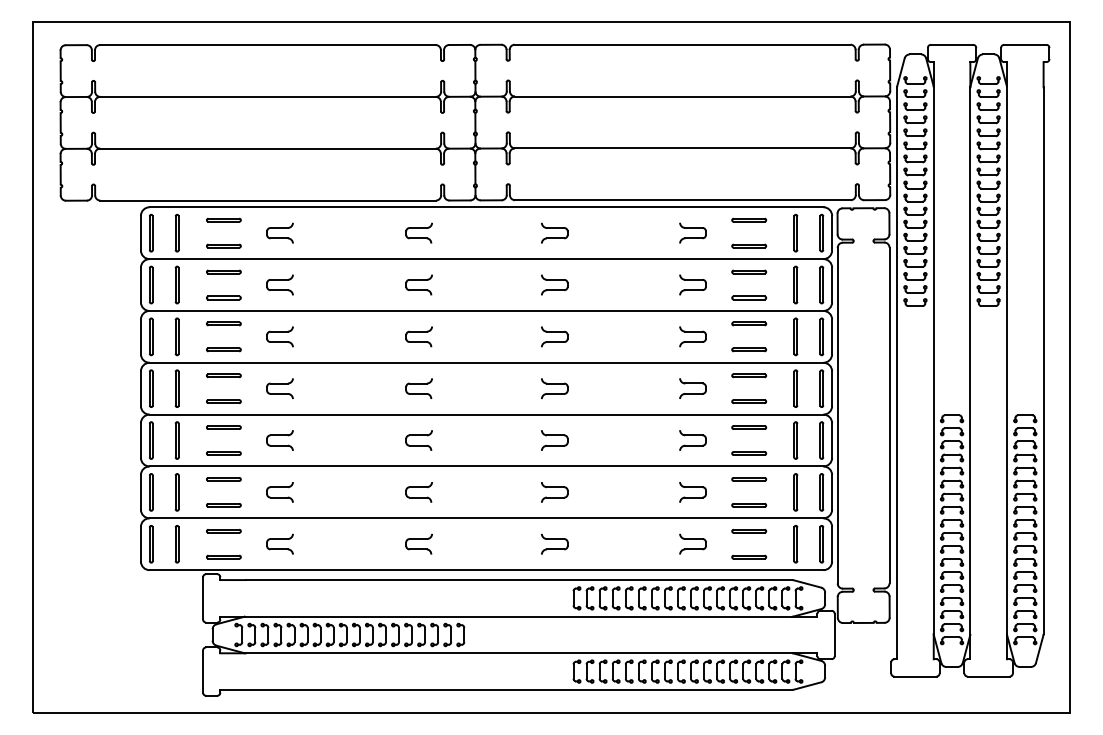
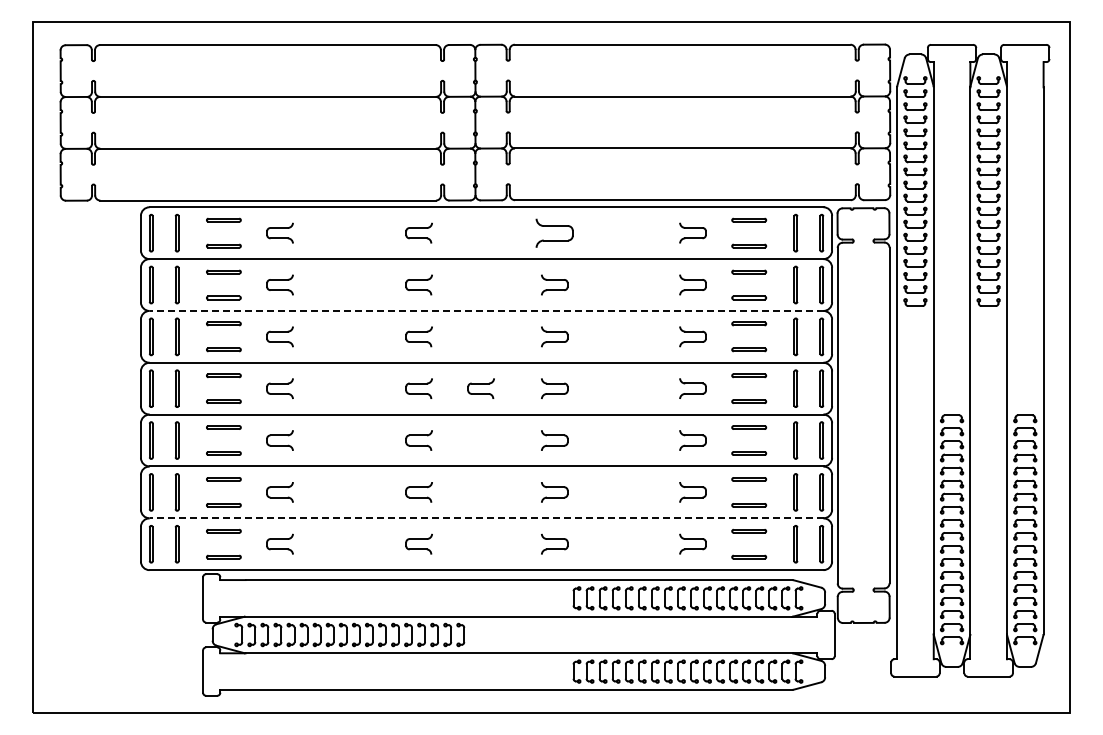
part at (554, 232) size: 28x22 px -> 39x30 px
line at (486, 310): solid -> dashed
part at (480, 388): none -> present
line at (486, 518): solid -> dashed
